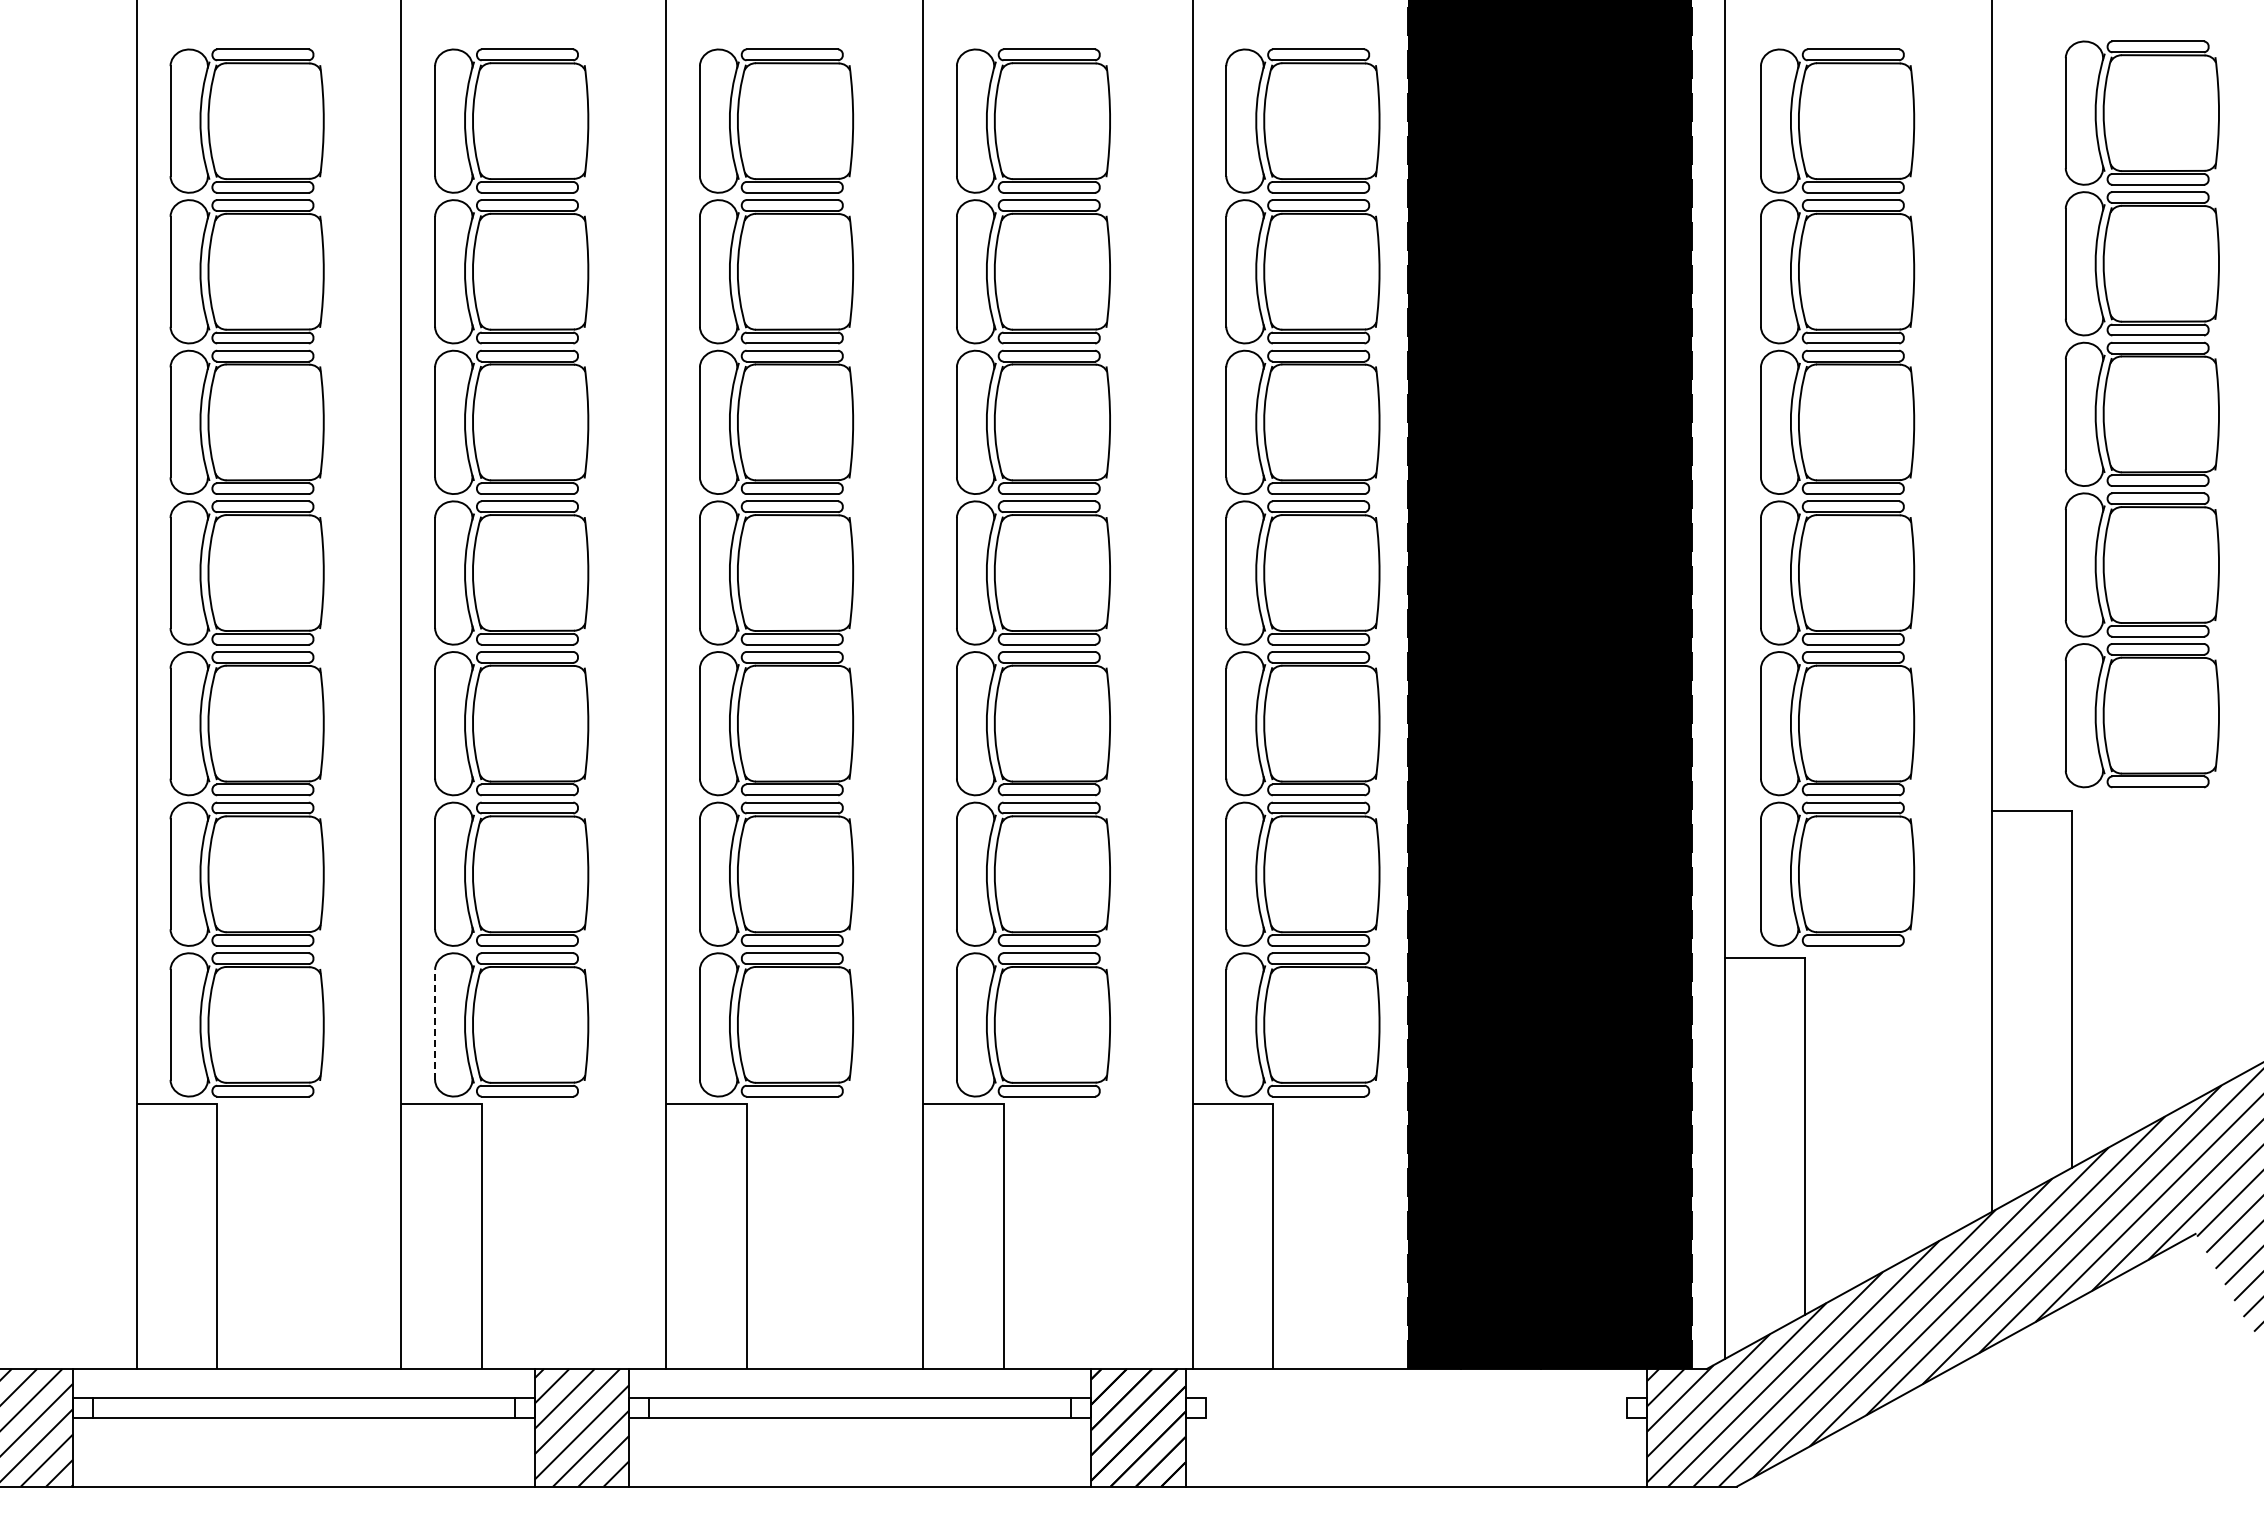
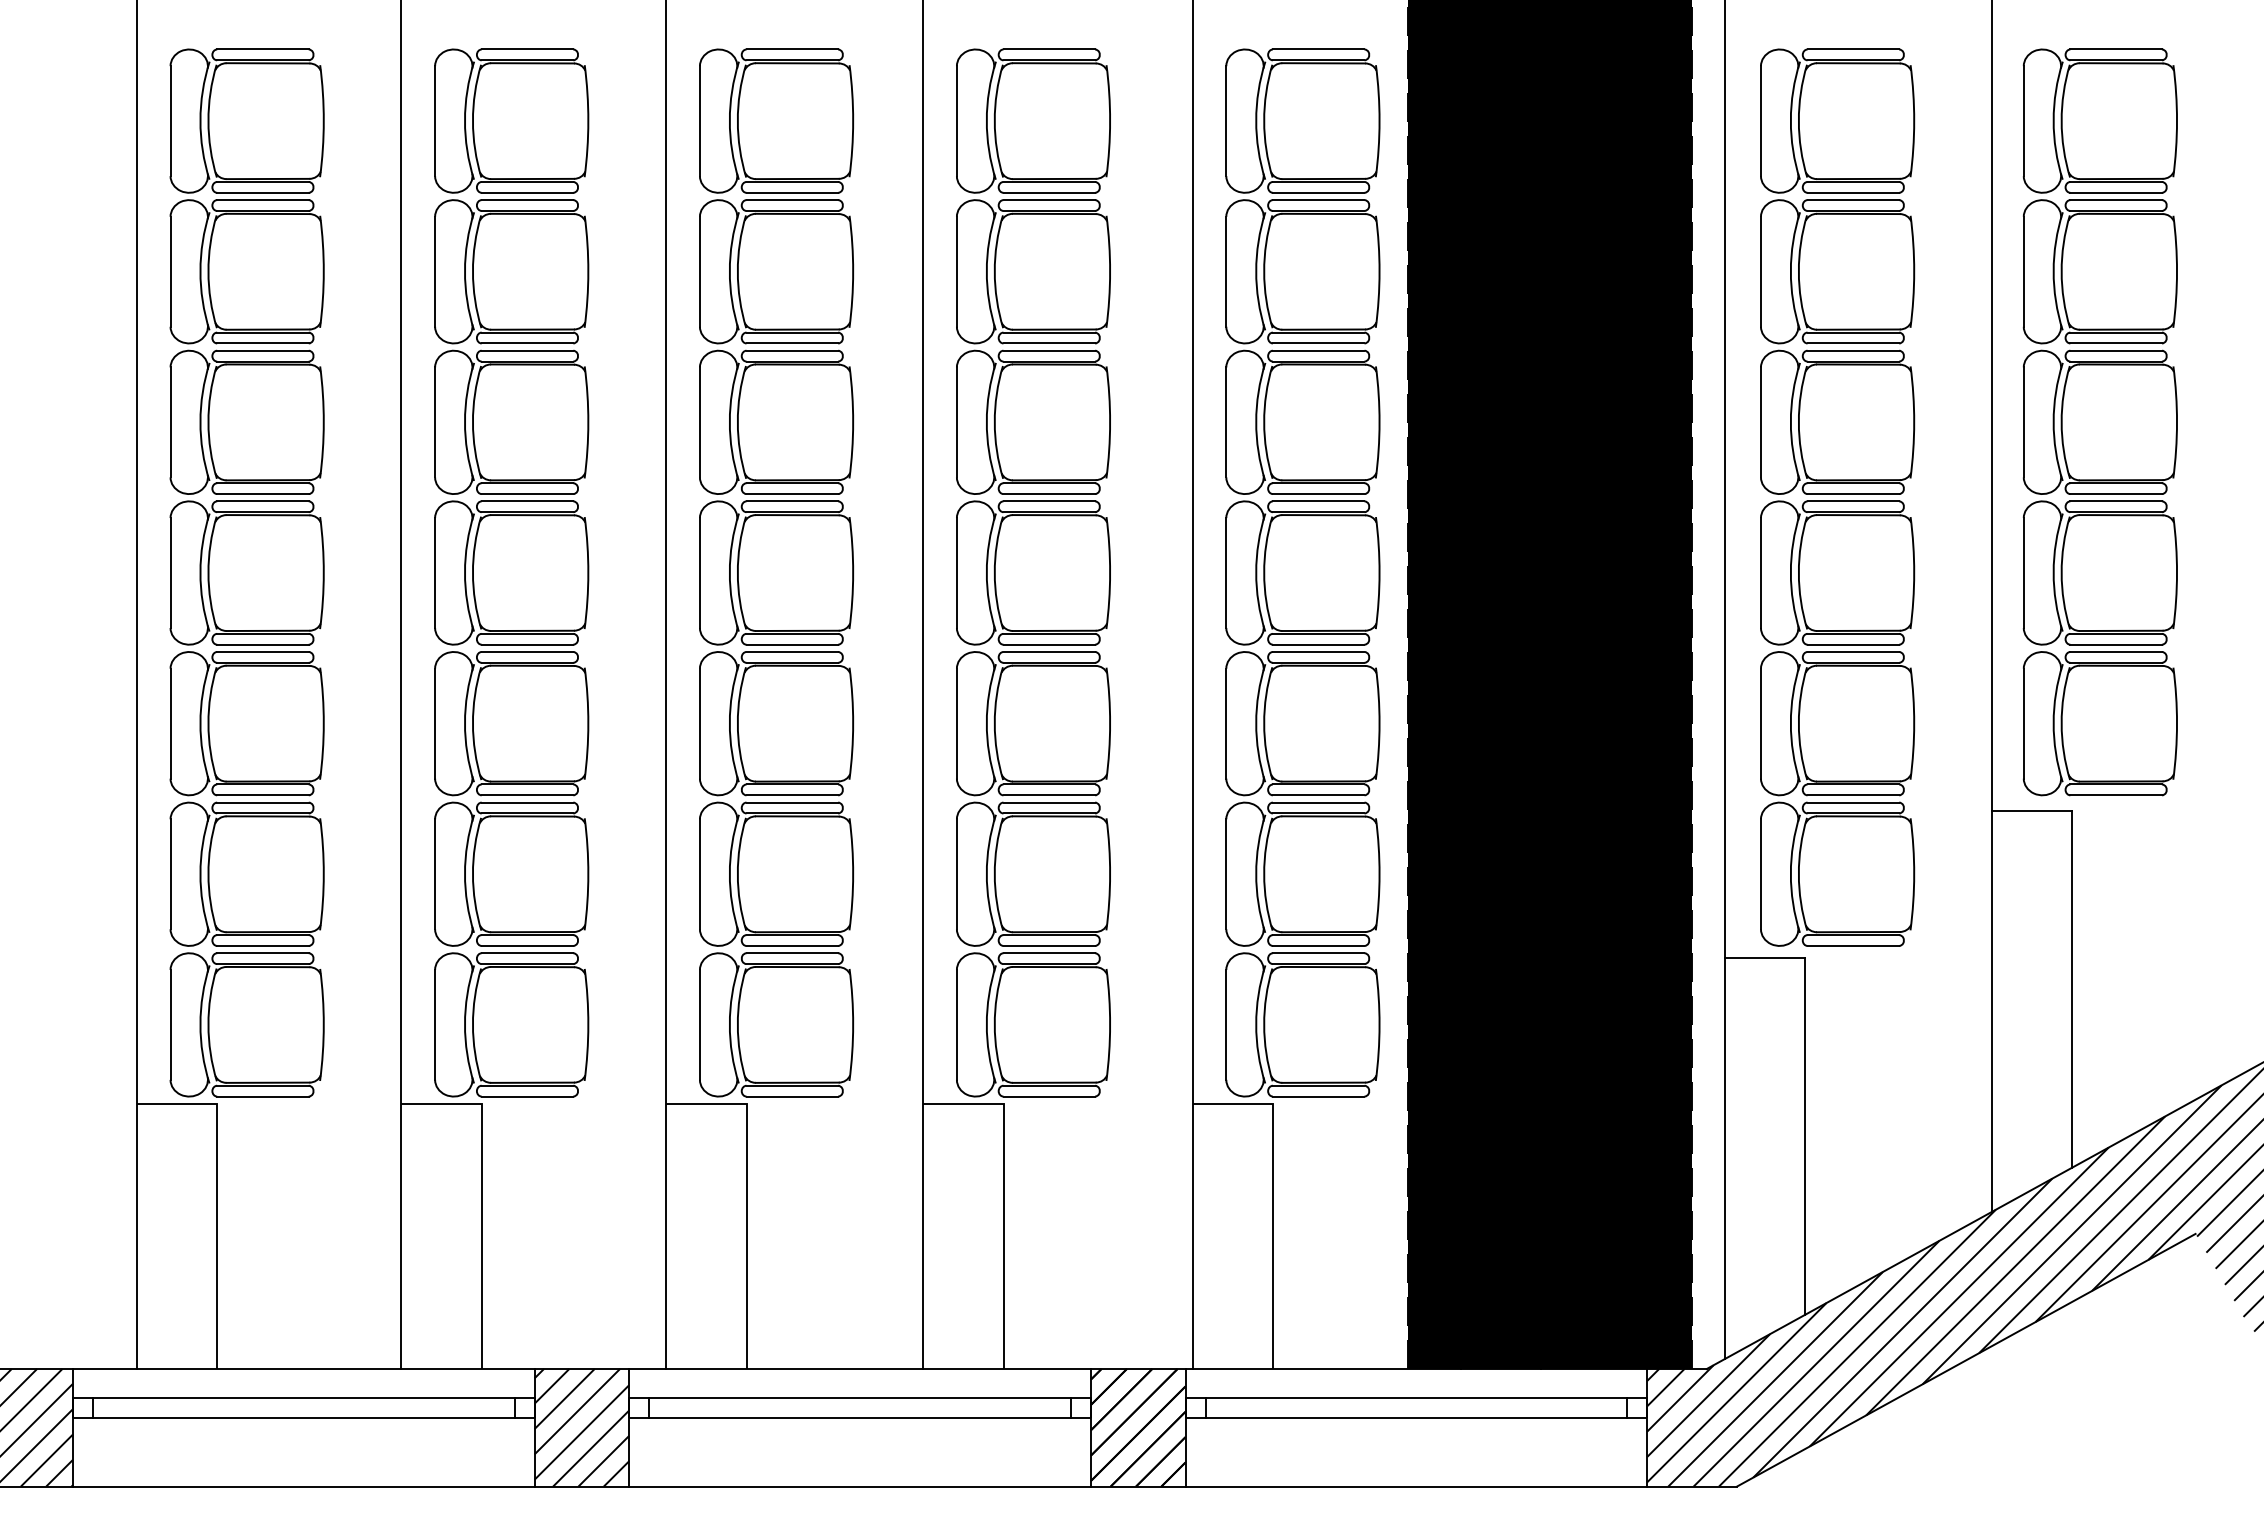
part at (2141, 414) position: (2141, 414) -> (2099, 422)
line at (435, 1024): dashed -> solid
line at (1416, 1397): none -> present
line at (1416, 1417): none -> present
